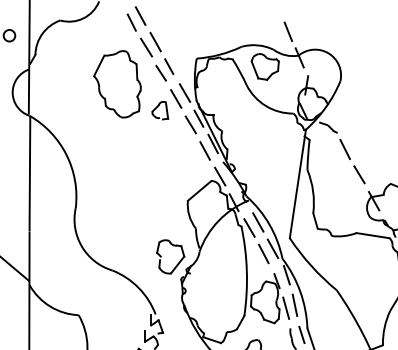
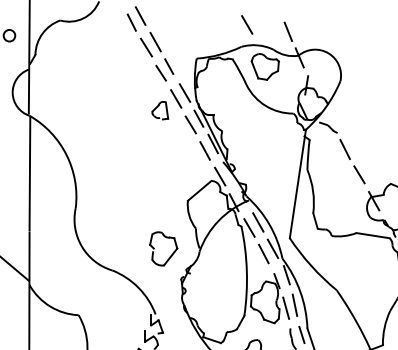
line at (247, 24): none -> present
part at (117, 84): present -> none
part at (161, 256) position: (161, 256) -> (154, 248)
